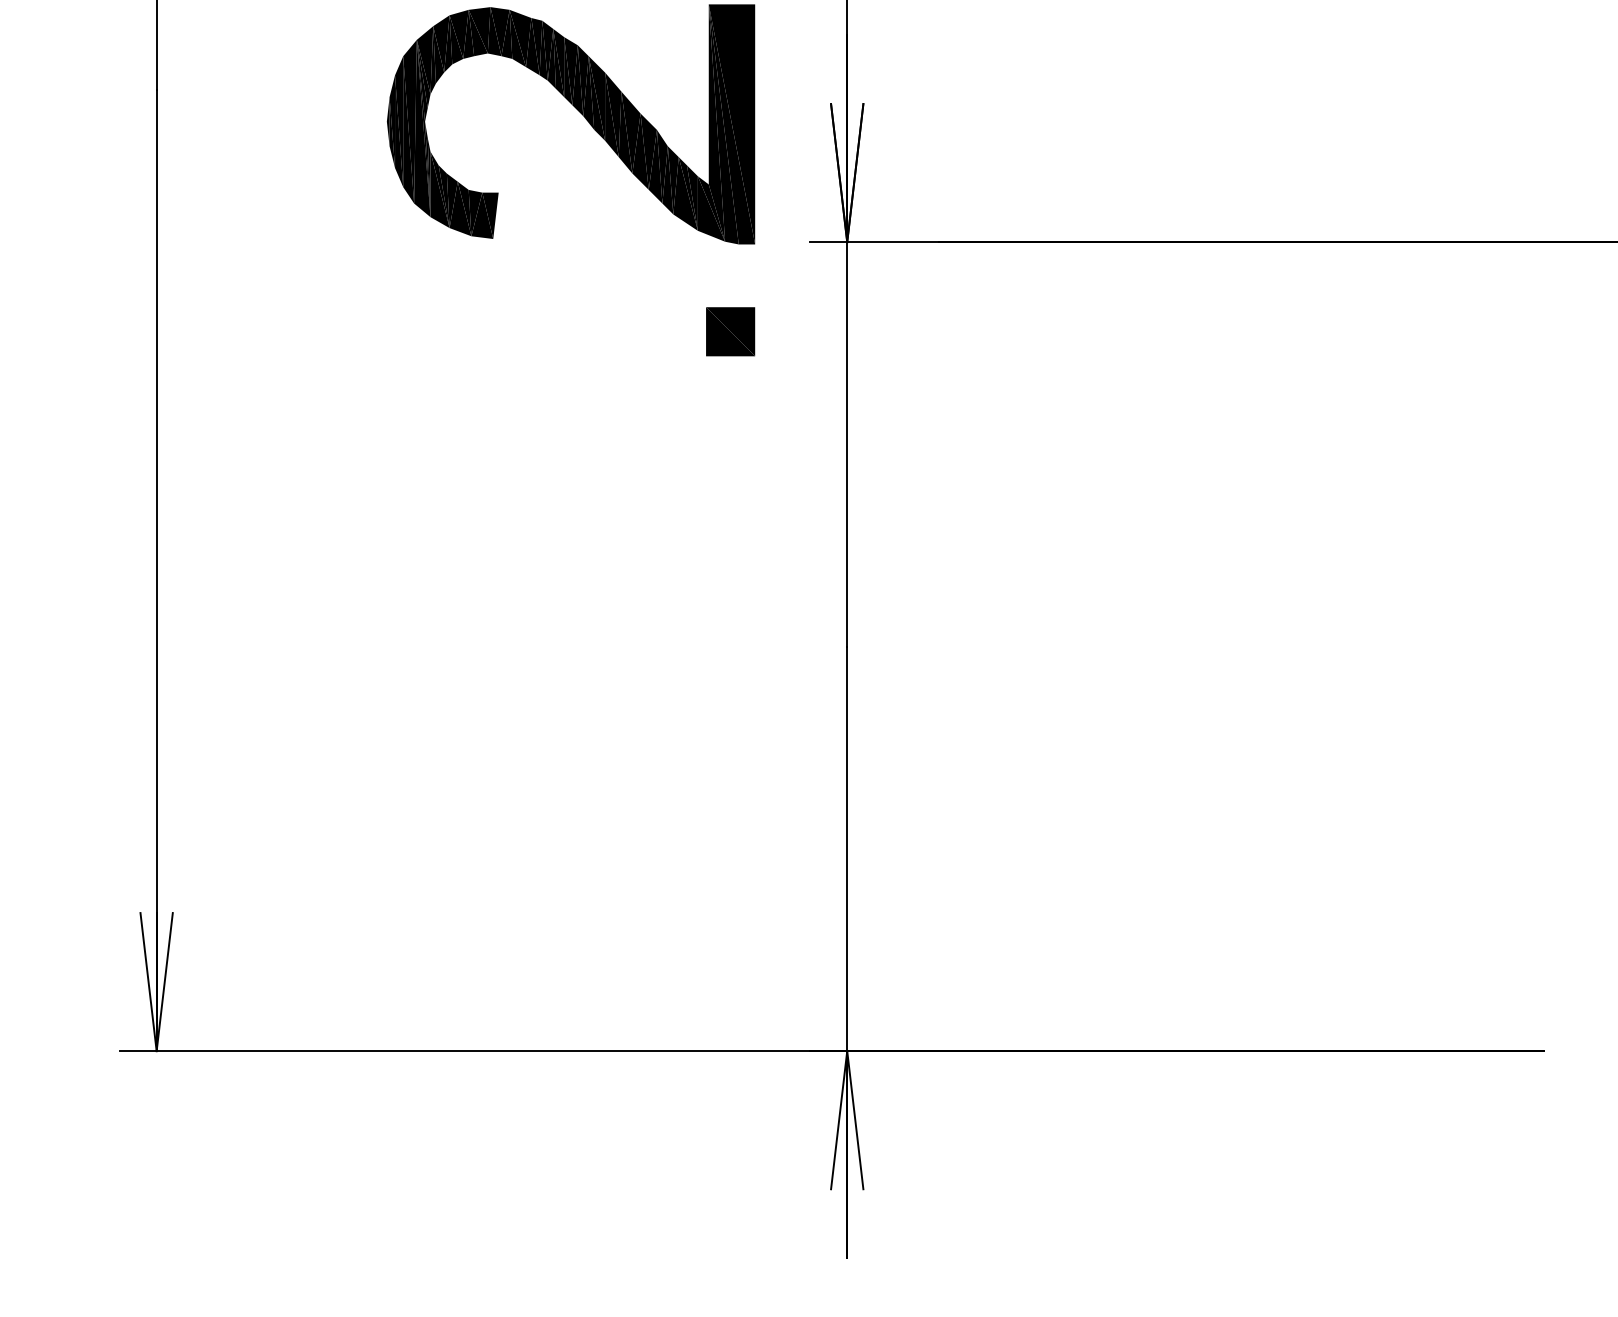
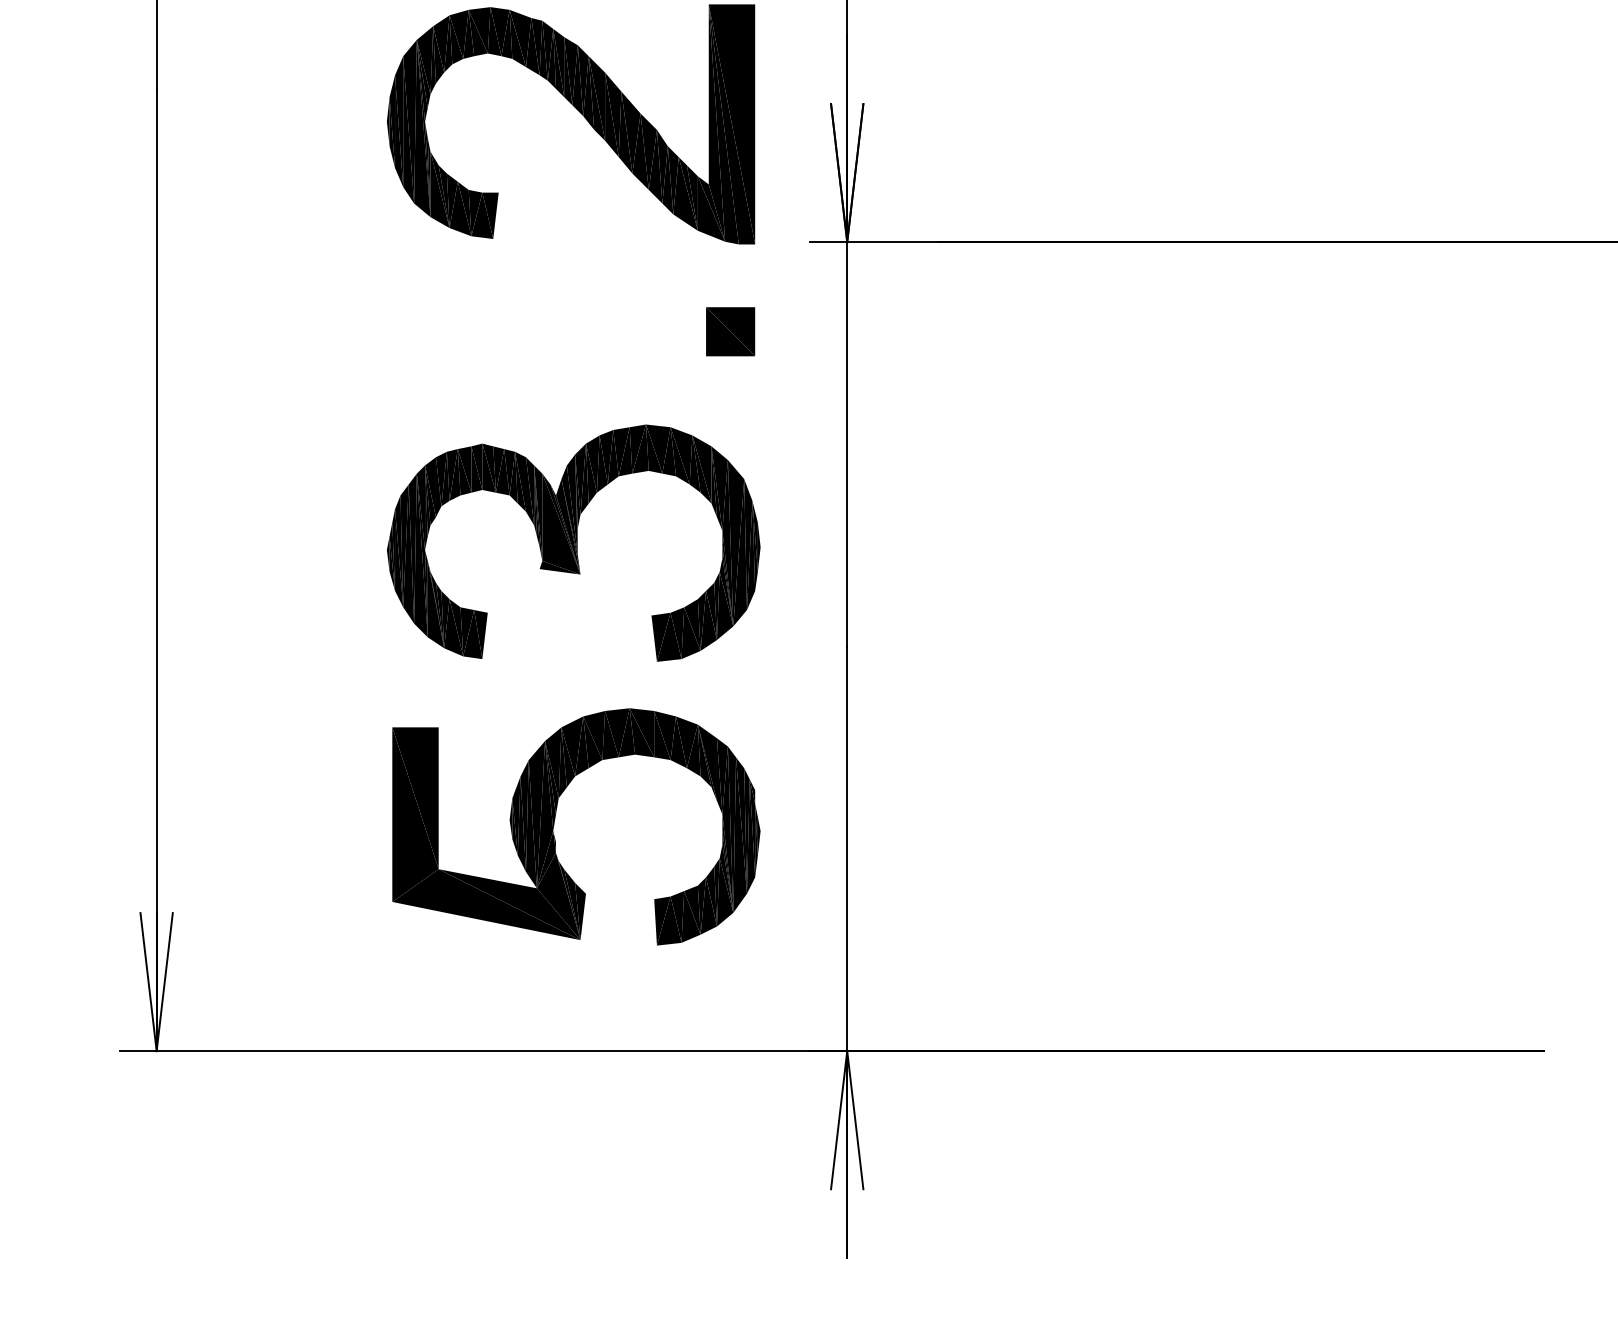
part at (573, 542): none -> present
part at (554, 825): none -> present
